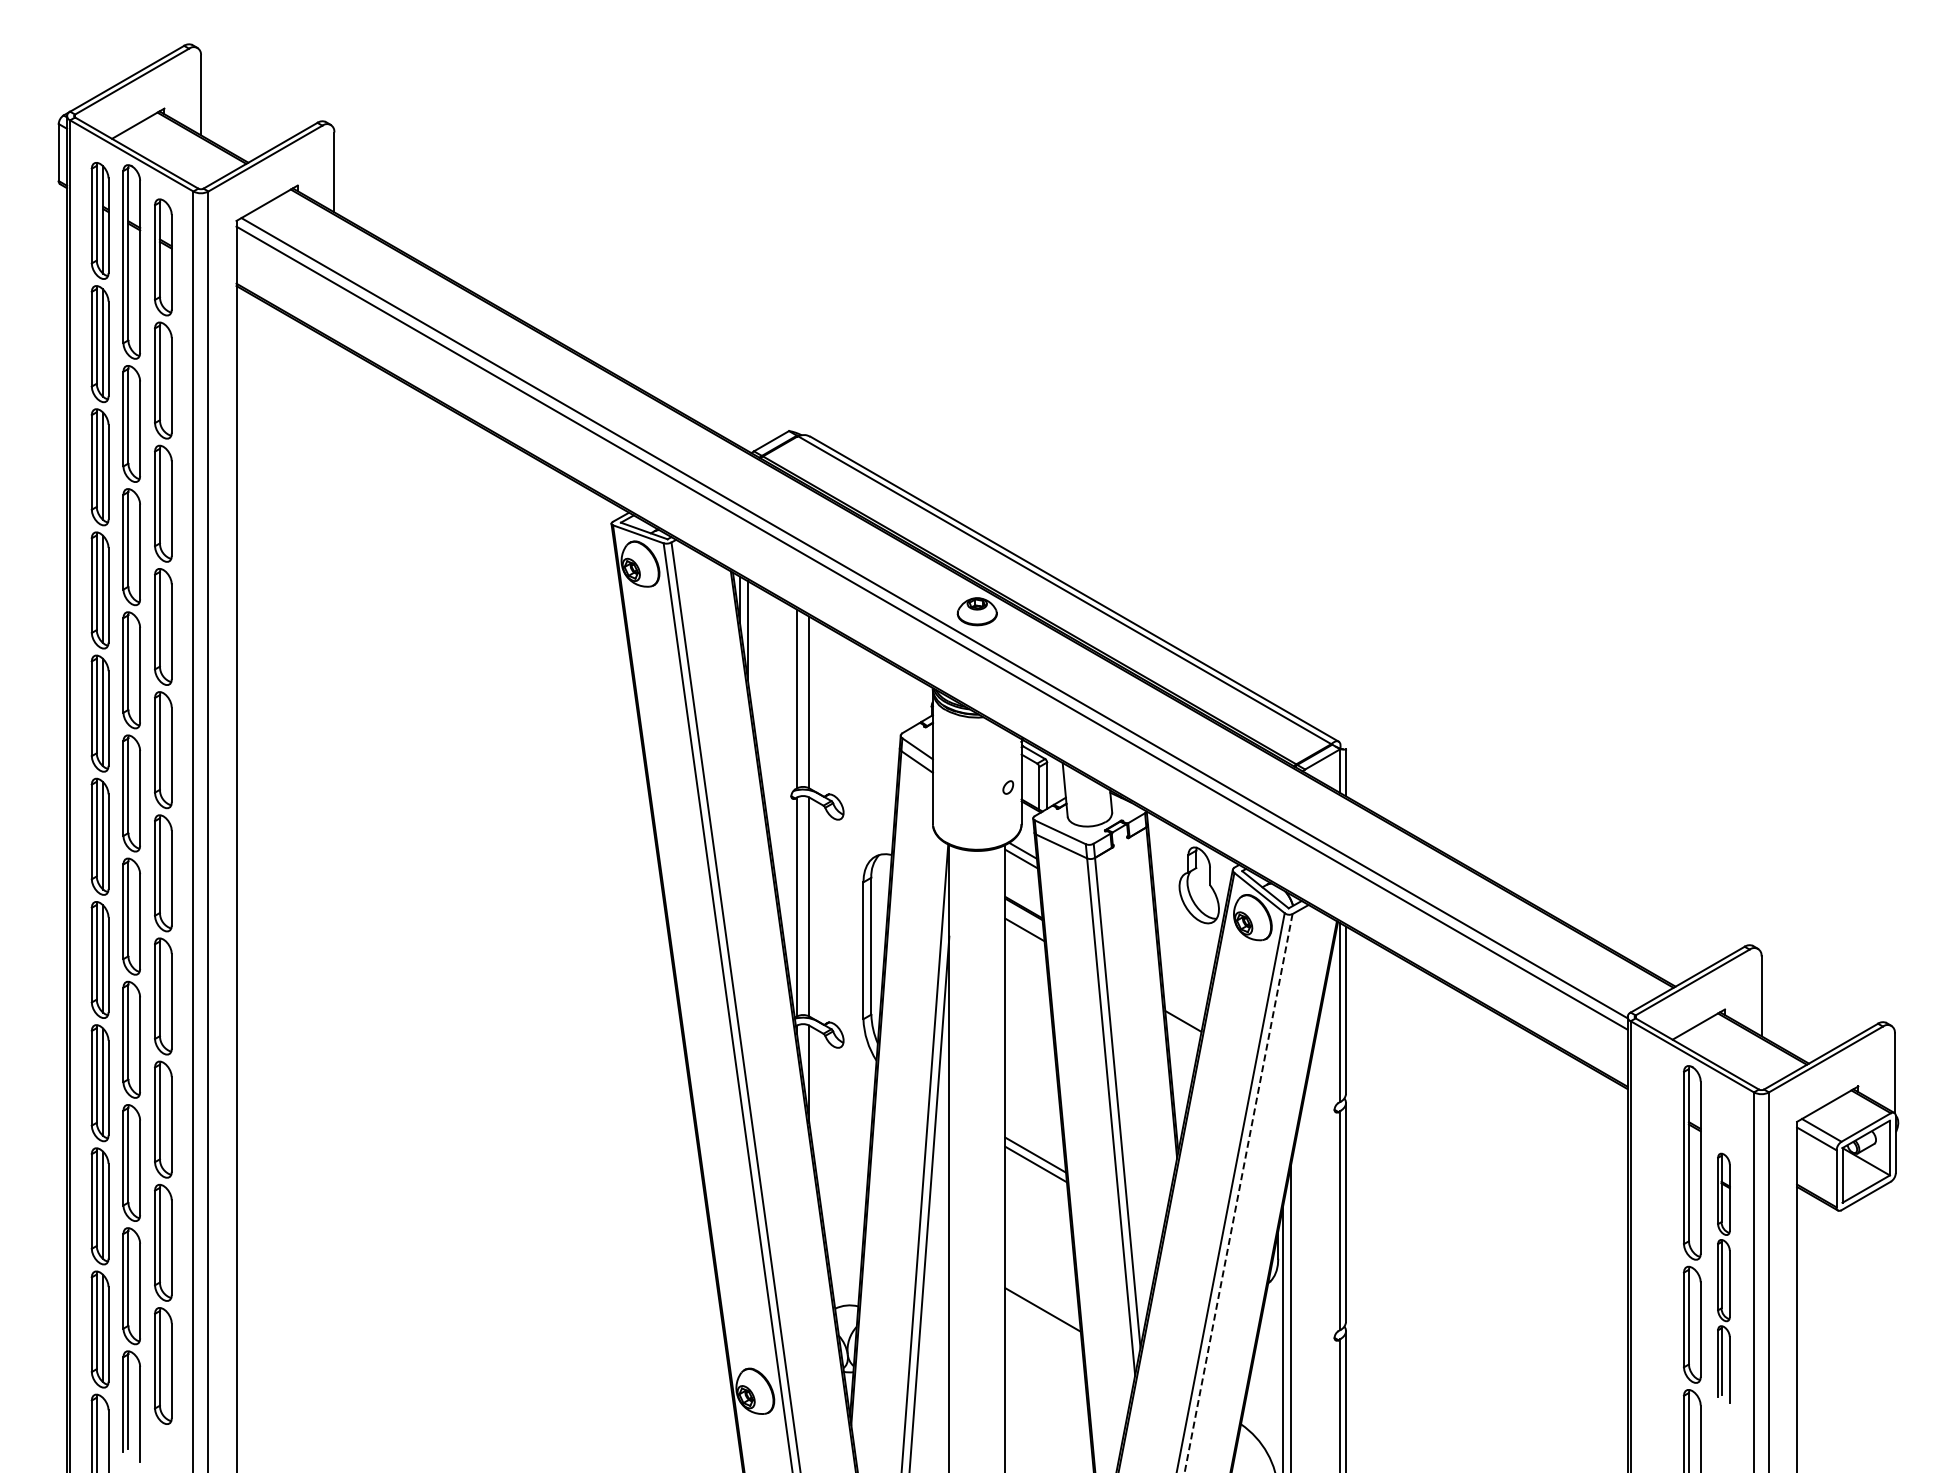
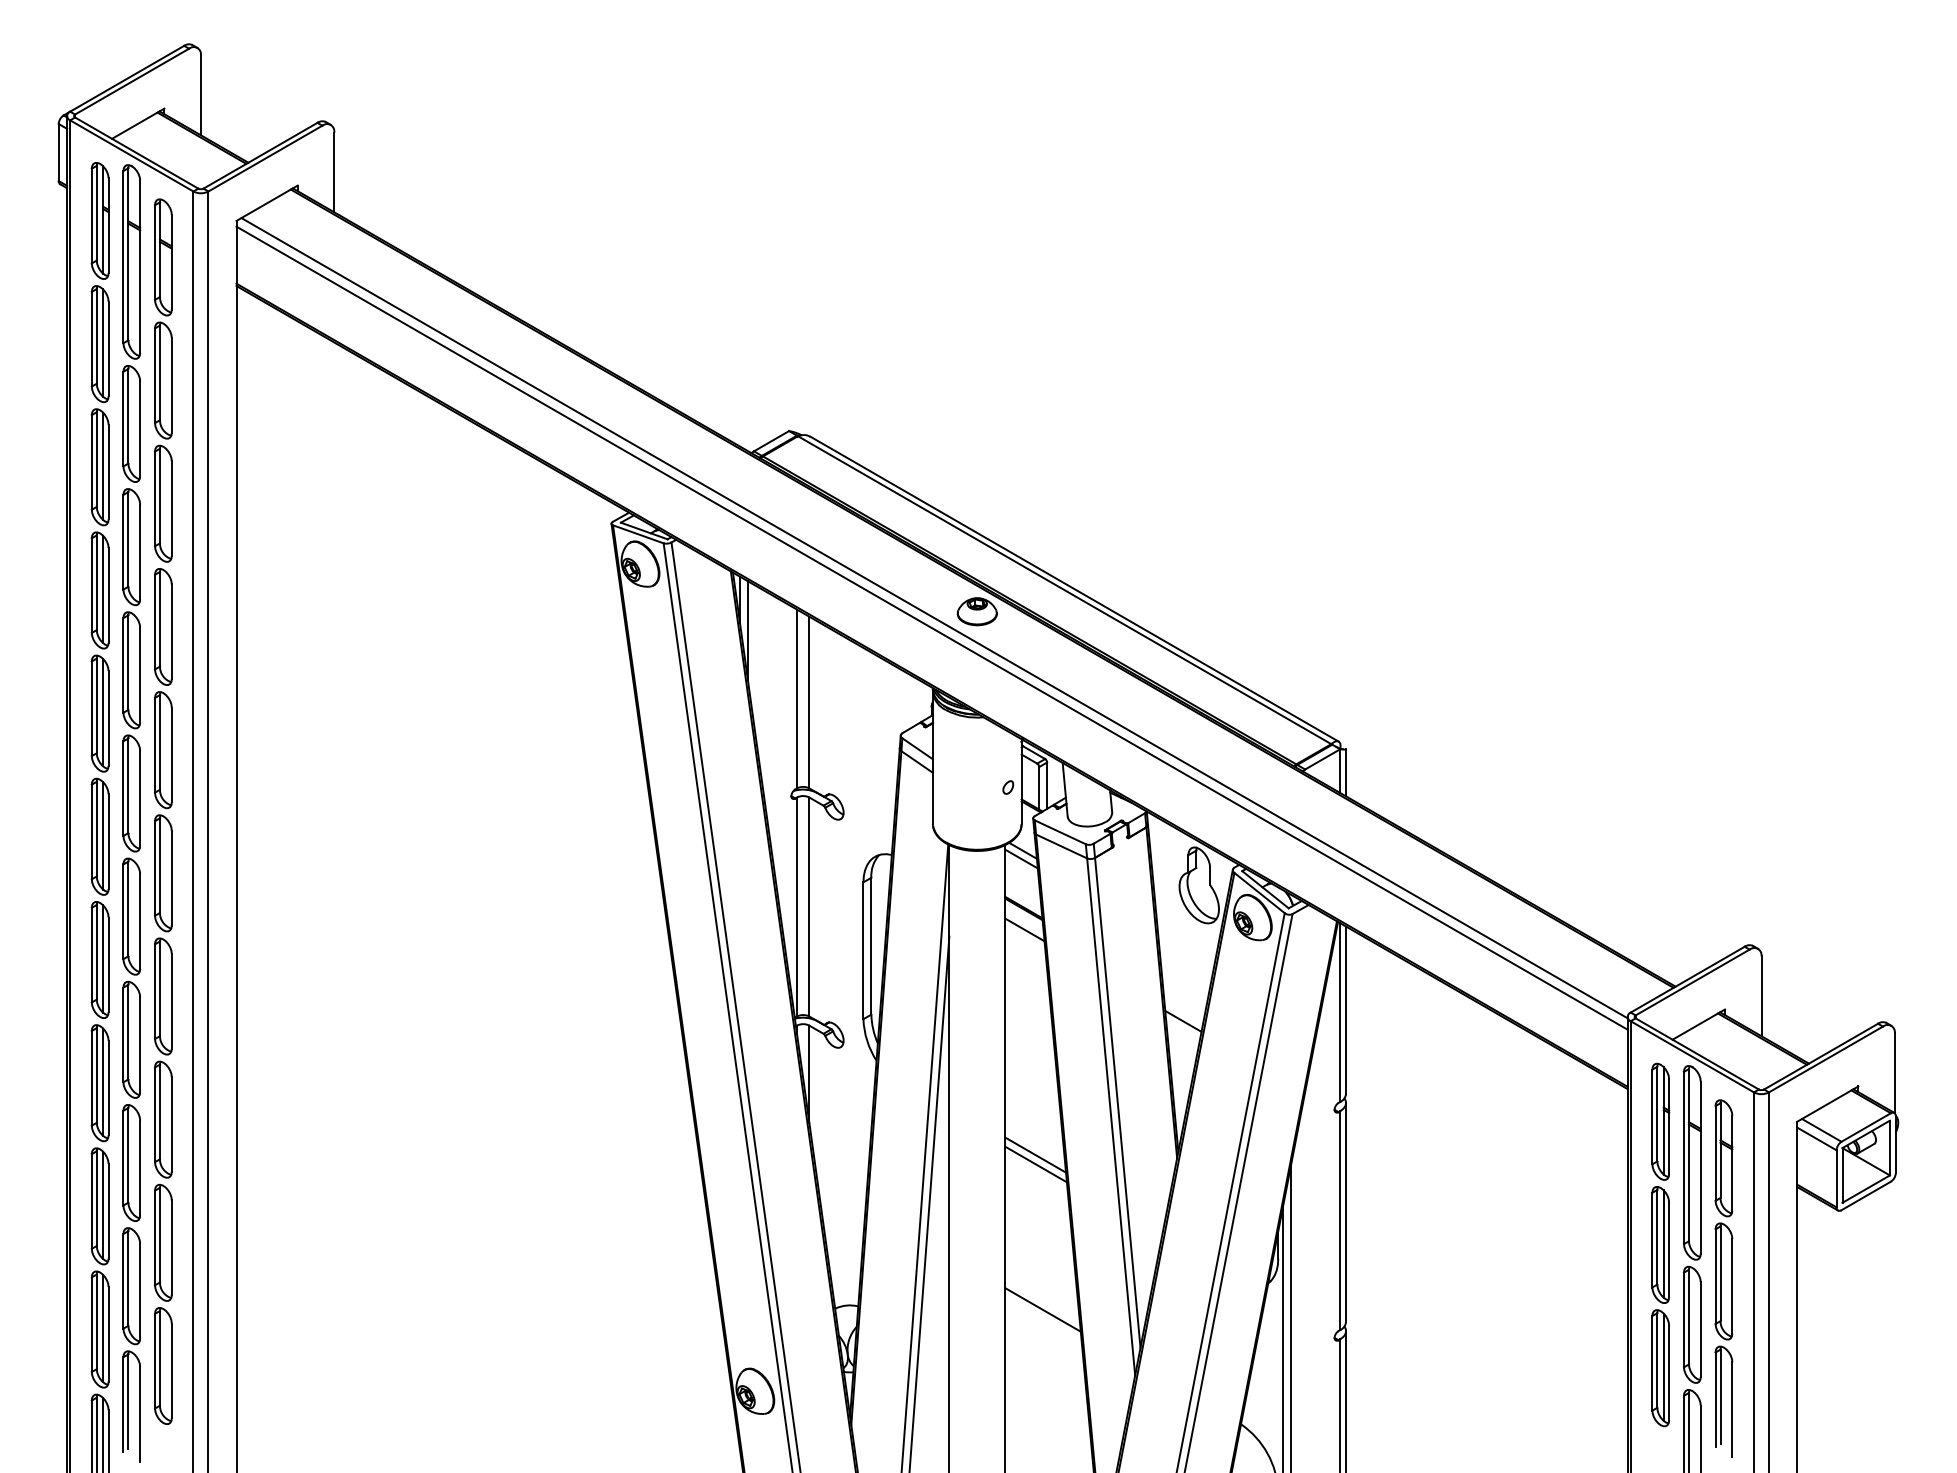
line at (1238, 1193): dashed -> solid
part at (1660, 1244): none -> present
part at (1723, 1277) size: 14x252 px -> 20x359 px
line at (103, 1433): none -> present
